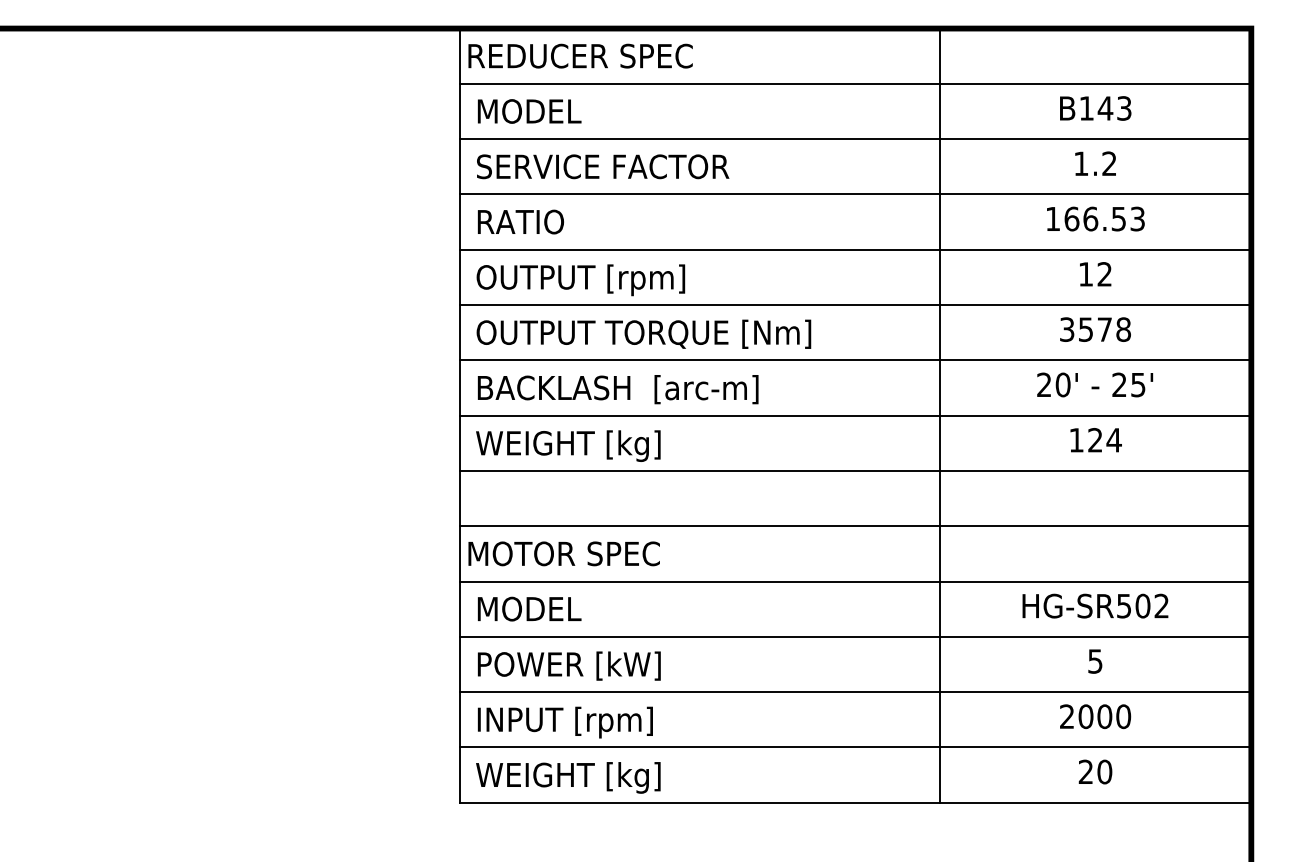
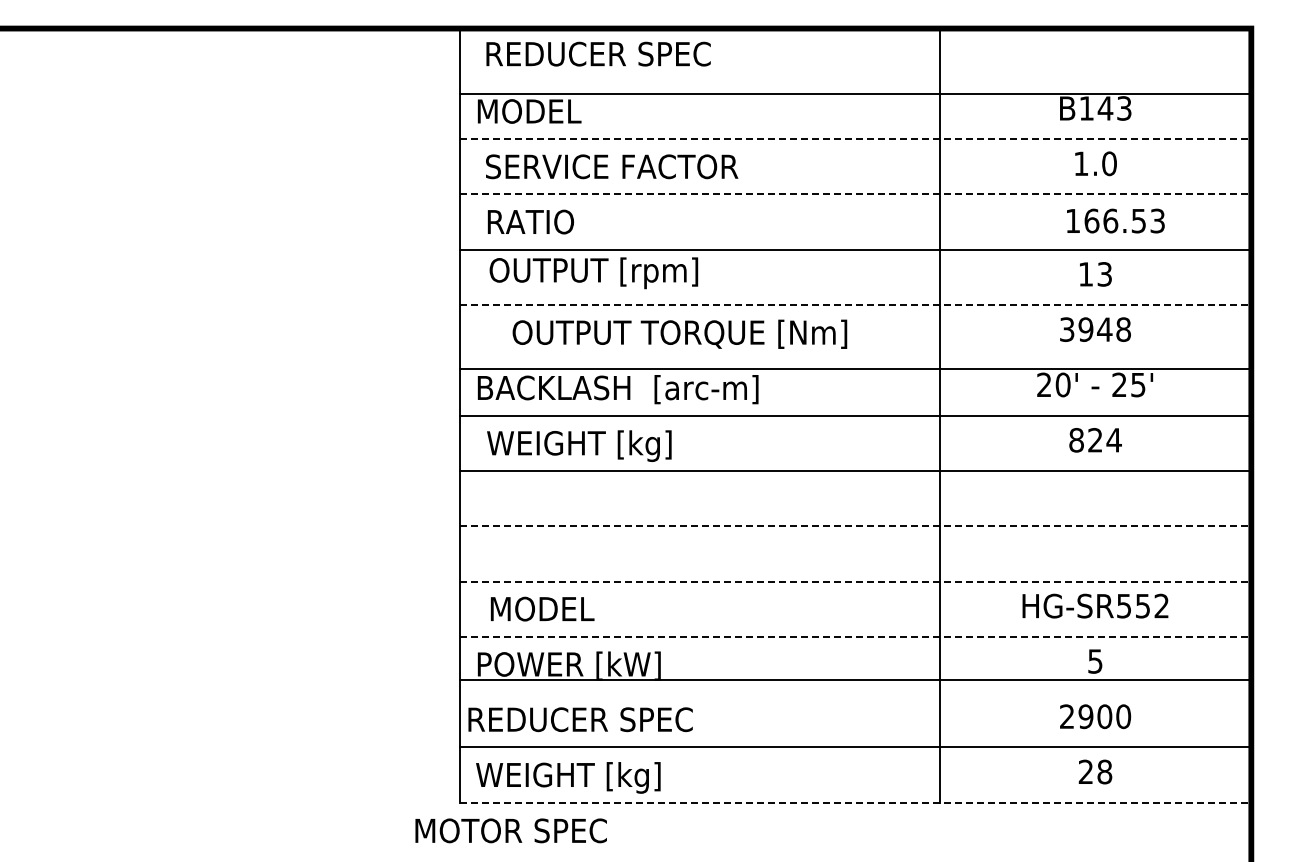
text at (580, 55) position: (580, 55) -> (598, 53)
line at (855, 83) position: (855, 83) -> (855, 93)
line at (855, 139): solid -> dashed
text at (1109, 163): 1.2 -> 1.0
text at (603, 166) position: (603, 166) -> (612, 166)
line at (855, 194): solid -> dashed
text at (1095, 218) position: (1095, 218) -> (1115, 220)
text at (520, 221) position: (520, 221) -> (530, 221)
text at (1104, 274): 12 -> 13
text at (580, 280) position: (580, 280) -> (593, 273)
line at (855, 305): solid -> dashed
text at (1095, 329): 3578 -> 3948
text at (643, 333) position: (643, 333) -> (679, 333)
line at (855, 360) position: (855, 360) -> (855, 369)
text at (1076, 439): 124 -> 824
text at (568, 445) position: (568, 445) -> (579, 445)
line at (855, 526): solid -> dashed
text at (563, 553) position: (563, 553) -> (510, 830)
line at (855, 581): solid -> dashed
text at (1142, 605): HG-SR502 -> HG-SR552
text at (529, 608) position: (529, 608) -> (542, 608)
line at (855, 636): solid -> dashed
line at (855, 692) position: (855, 692) -> (855, 680)
text at (1085, 716): 2000 -> 2900
text at (580, 722): INPUT [rpm] -> REDUCER SPEC
text at (1104, 772): 20 -> 28
line at (855, 802): solid -> dashed
